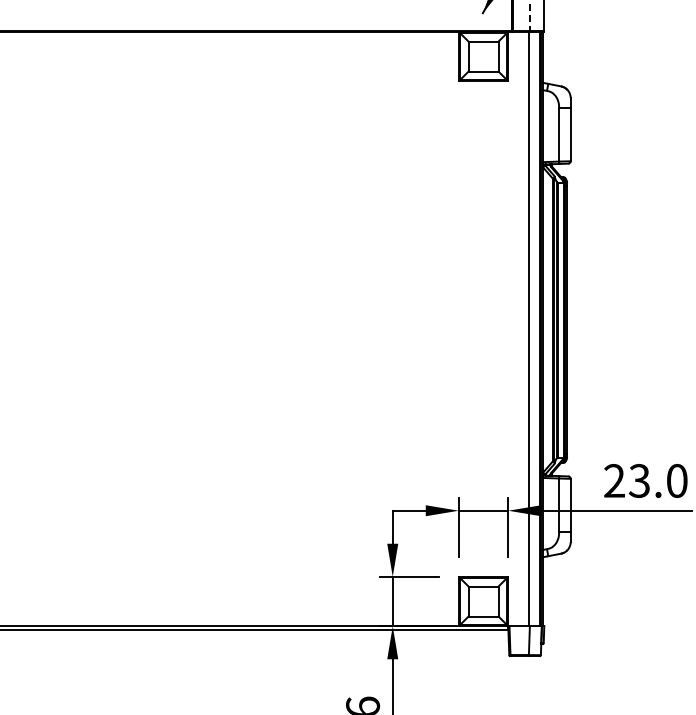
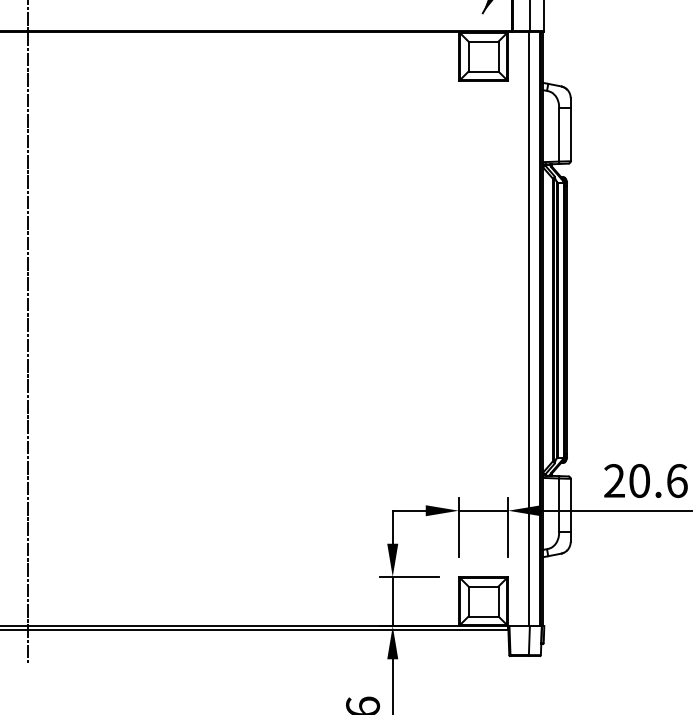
line at (529, 16): dashed -> solid
line at (27, 332): none -> present
text at (657, 480): 23.0 -> 20.6
